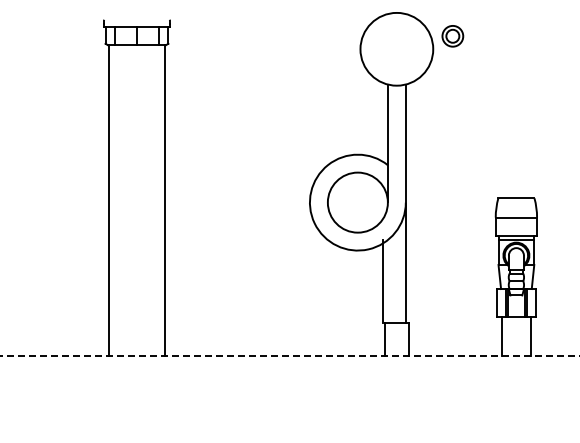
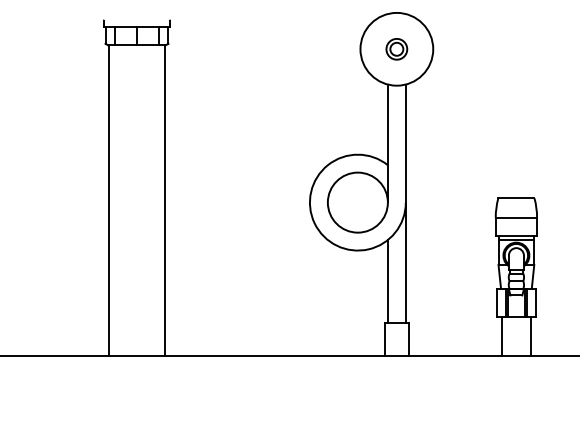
part at (452, 36) position: (452, 36) -> (396, 49)
line at (382, 281) position: (382, 281) -> (387, 281)
line at (289, 355): dashed -> solid
